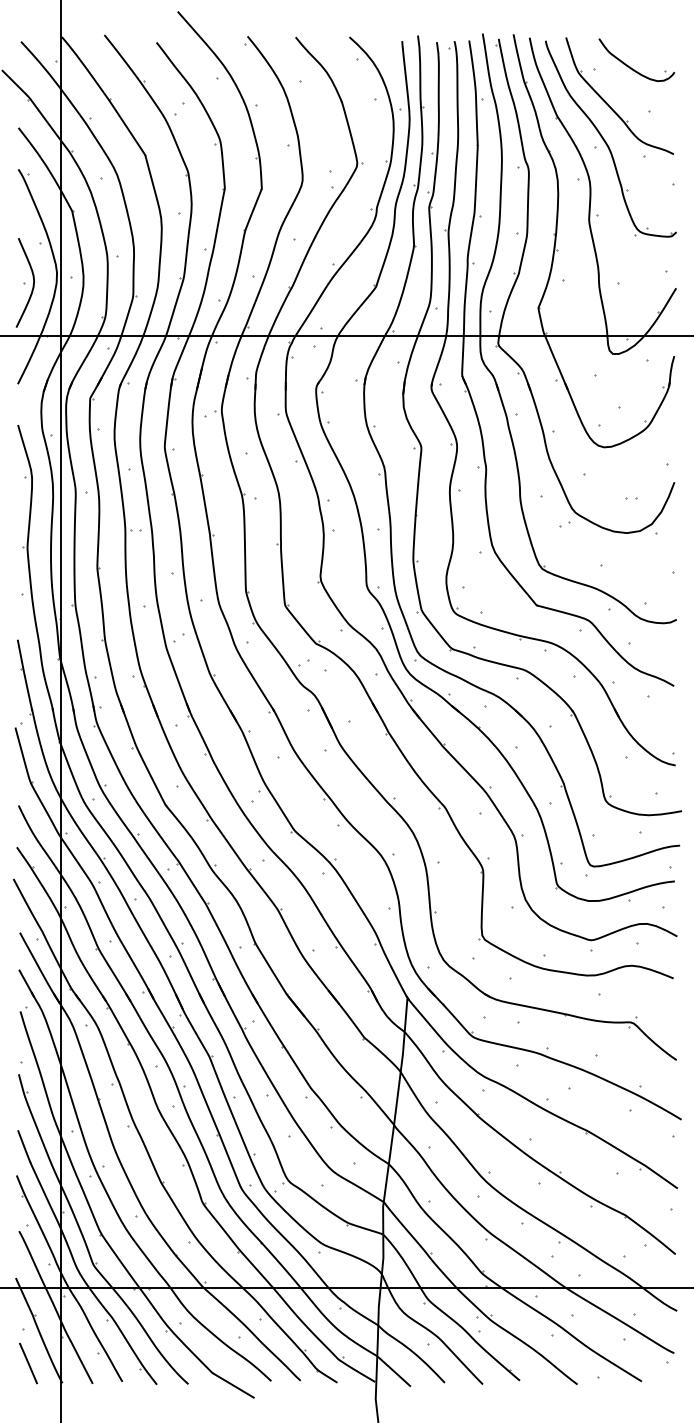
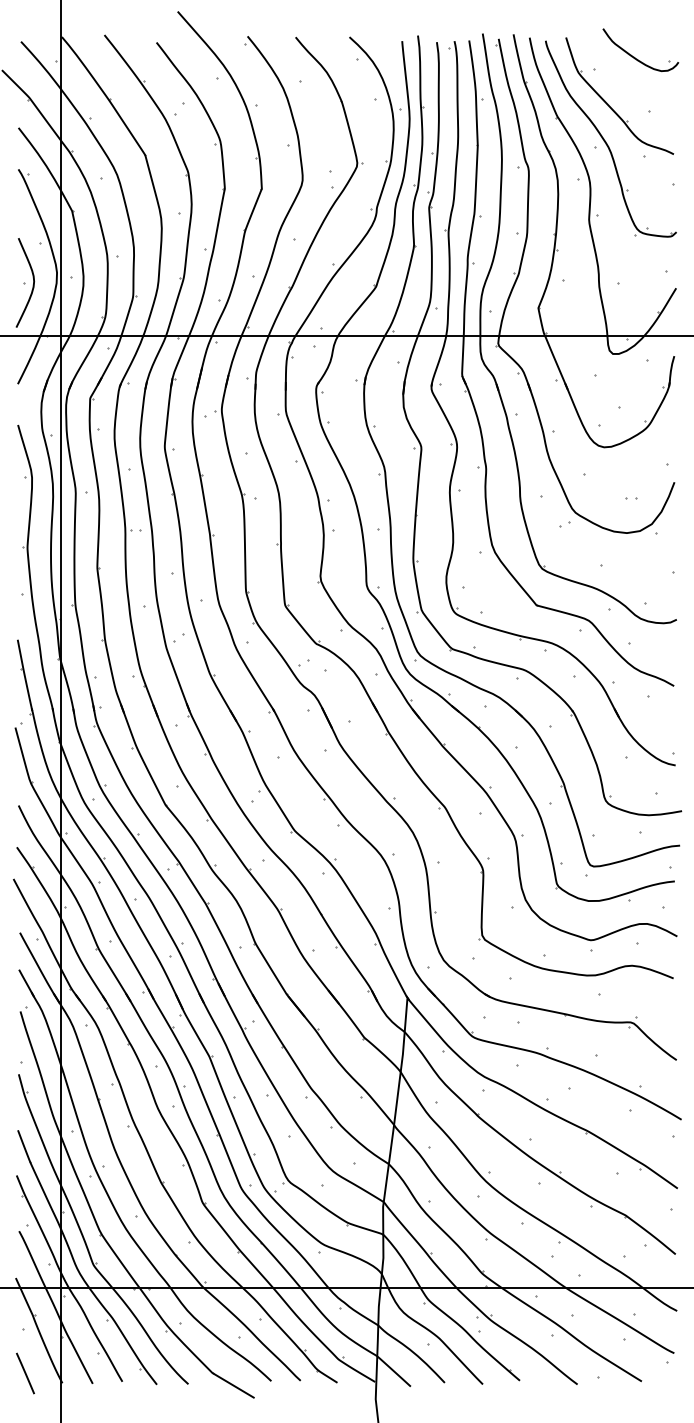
part at (630, 66) position: (630, 66) -> (634, 56)
line at (28, 1363) position: (28, 1363) -> (25, 1373)
